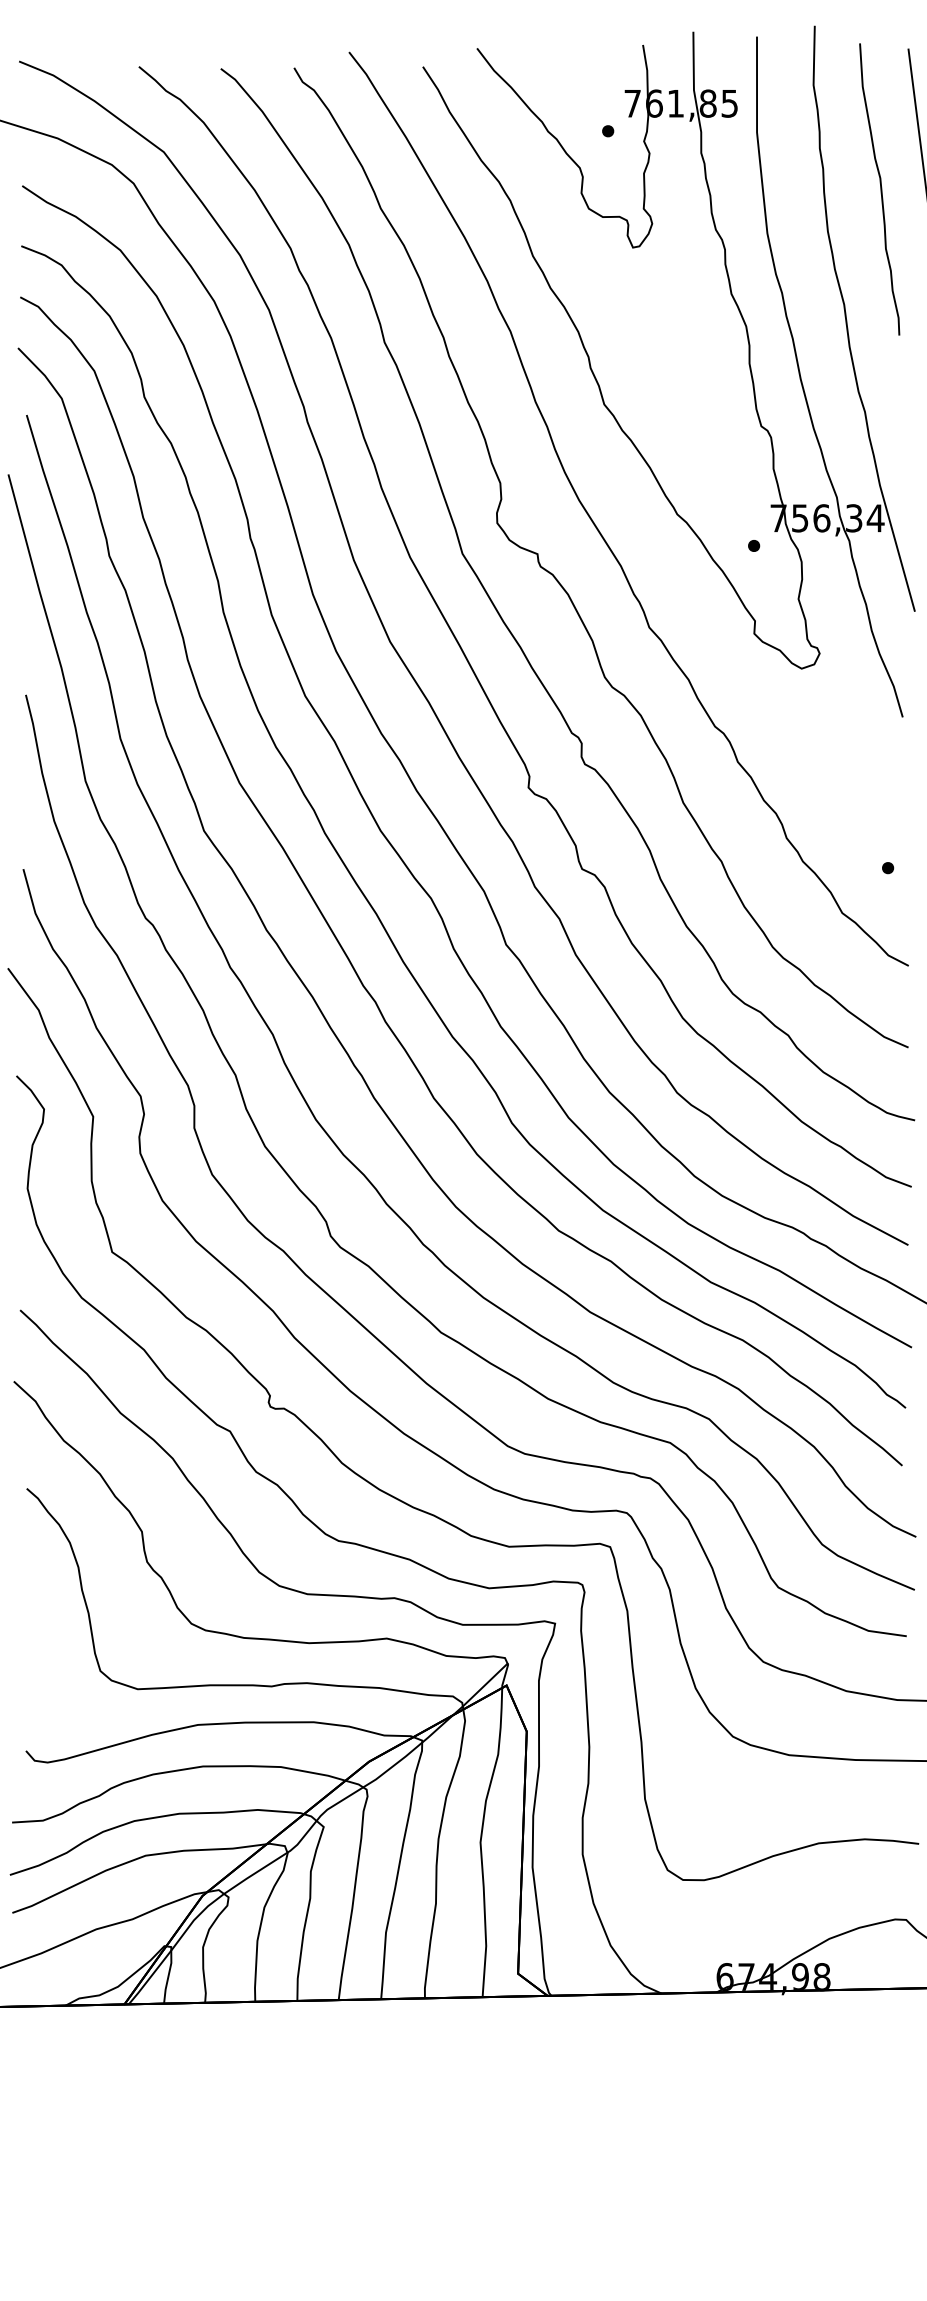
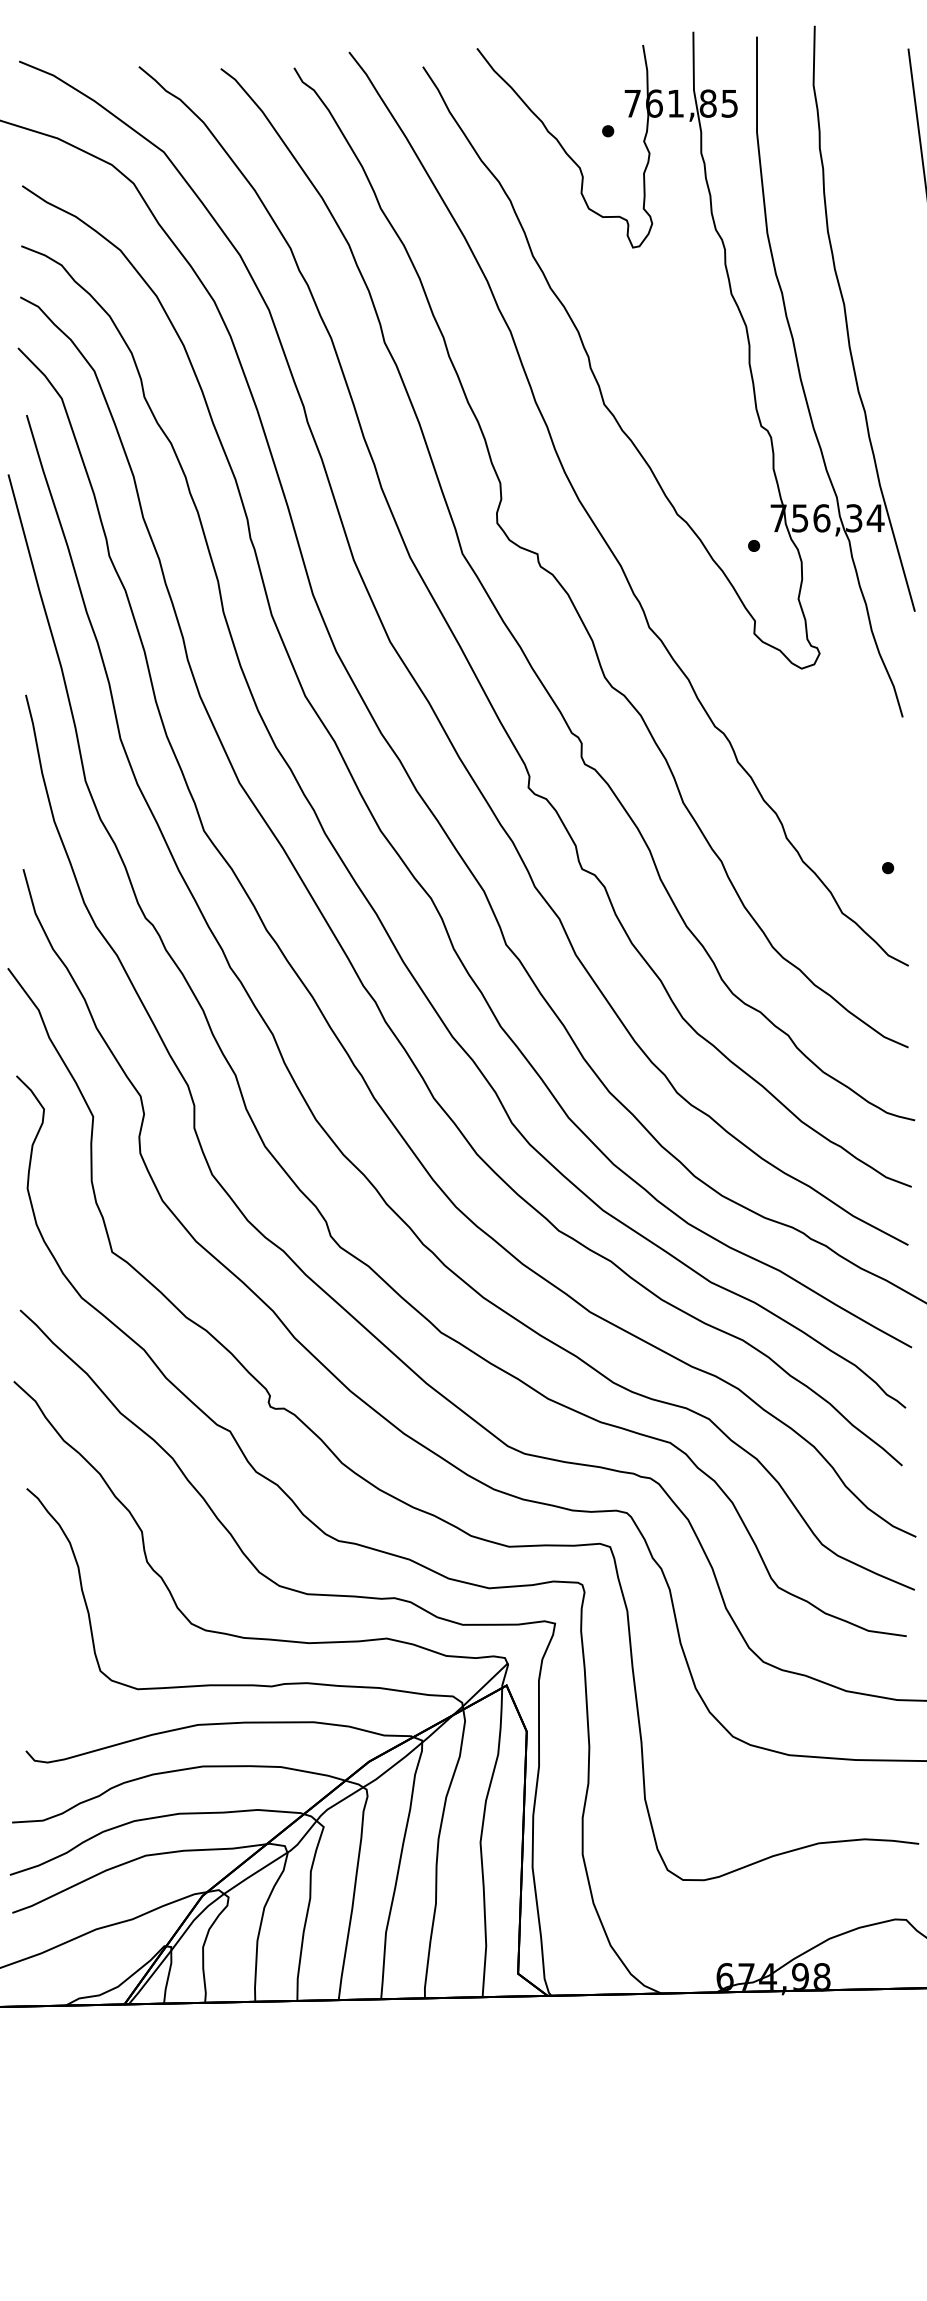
curve at (880, 189): present -> none
